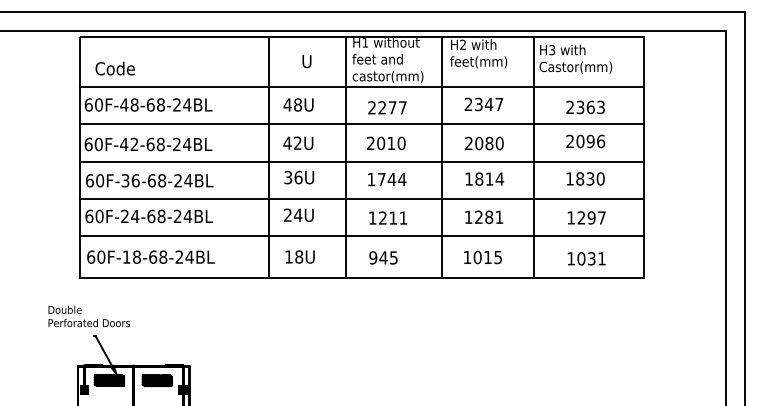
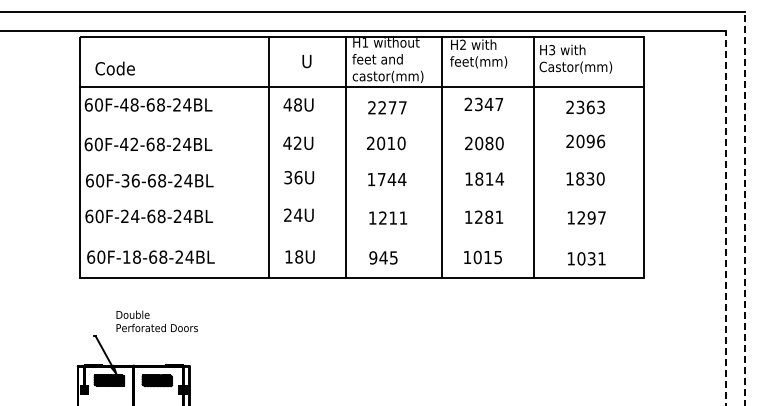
line at (361, 124): present -> none
line at (361, 161): present -> none
line at (361, 199): present -> none
line at (744, 208): solid -> dashed
line at (726, 217): solid -> dashed
line at (361, 236): present -> none
text at (88, 316) position: (88, 316) -> (156, 321)
